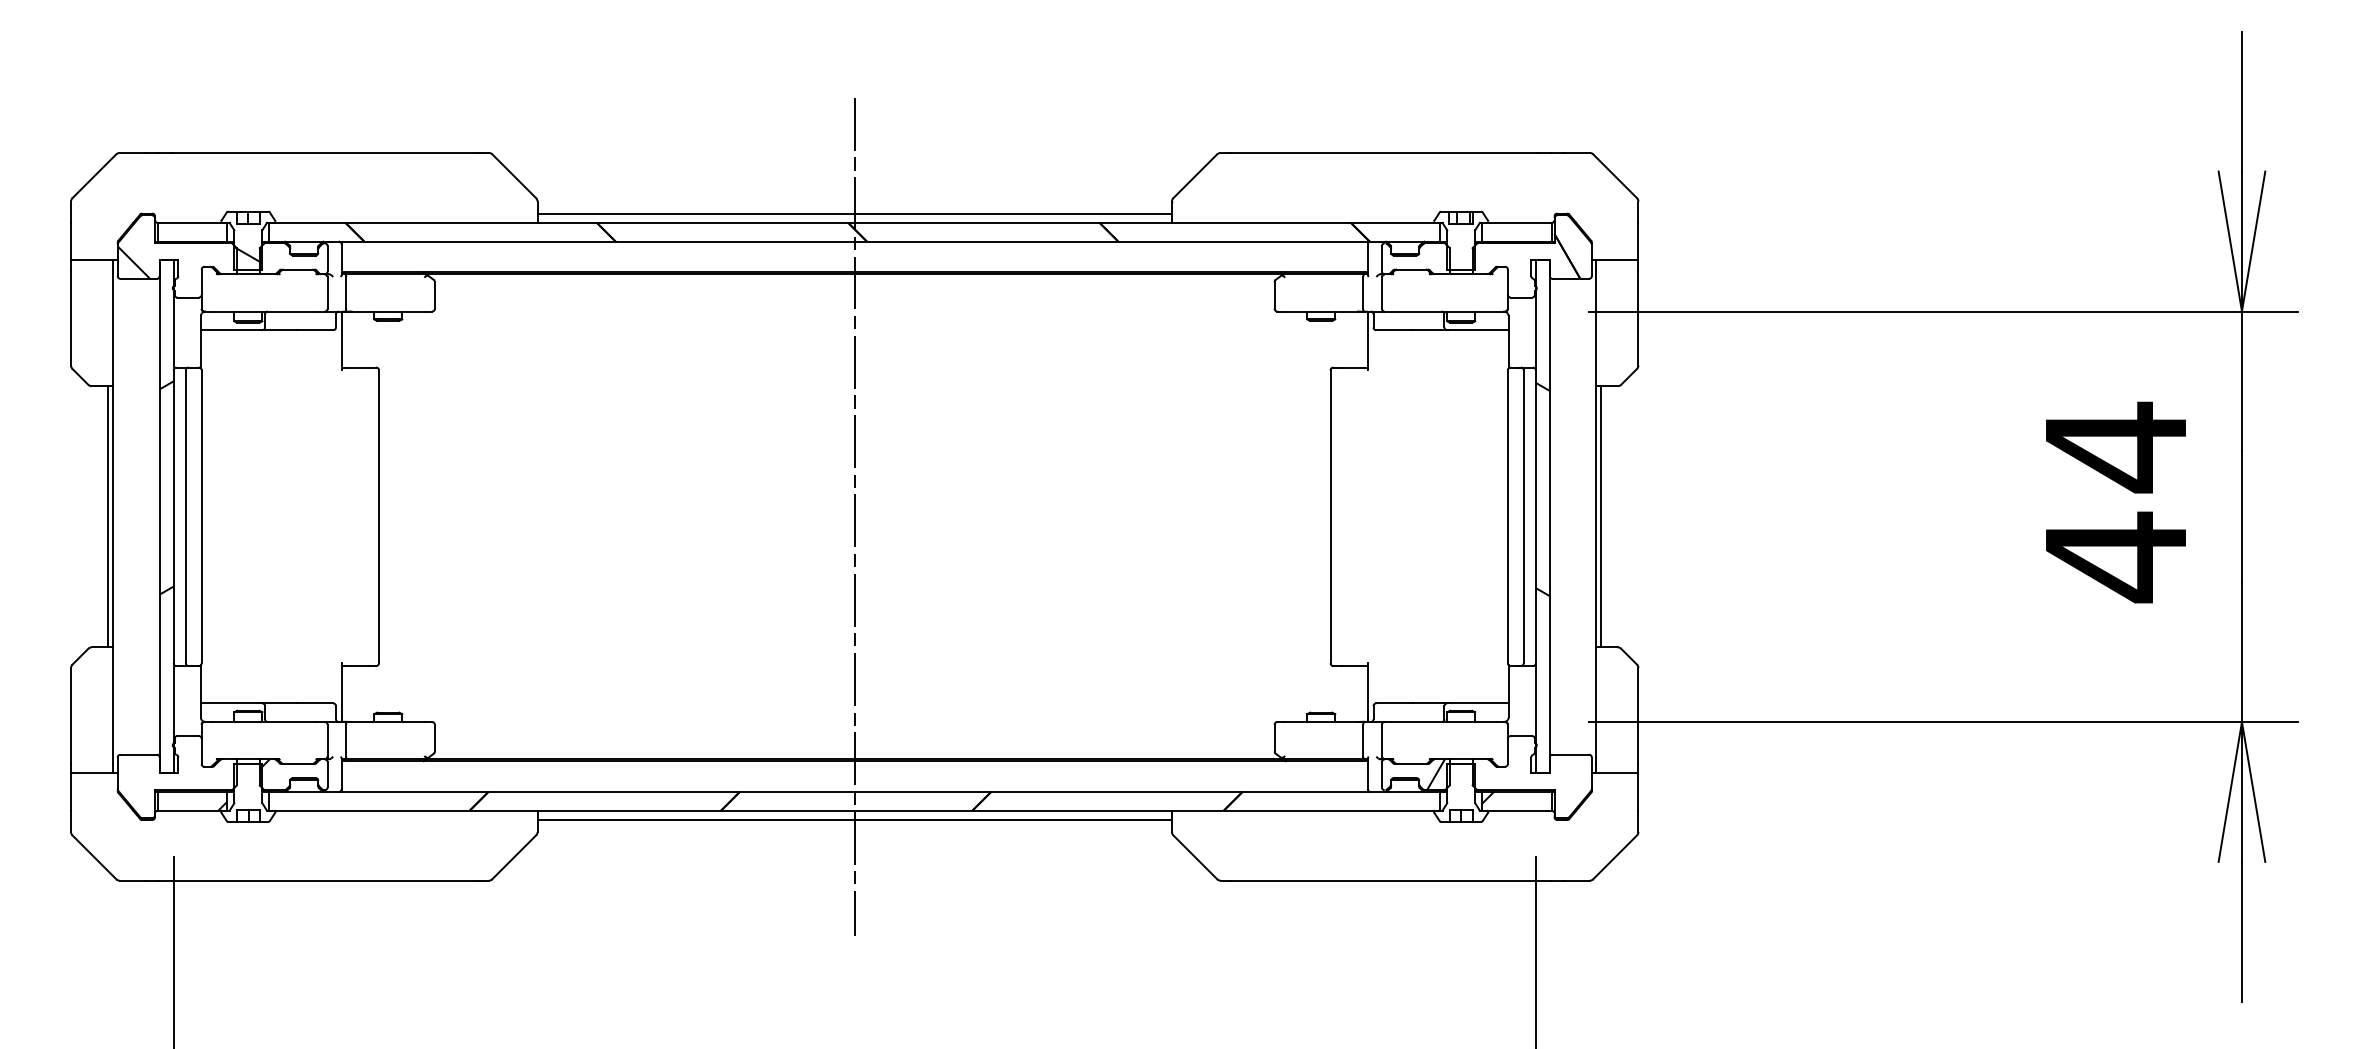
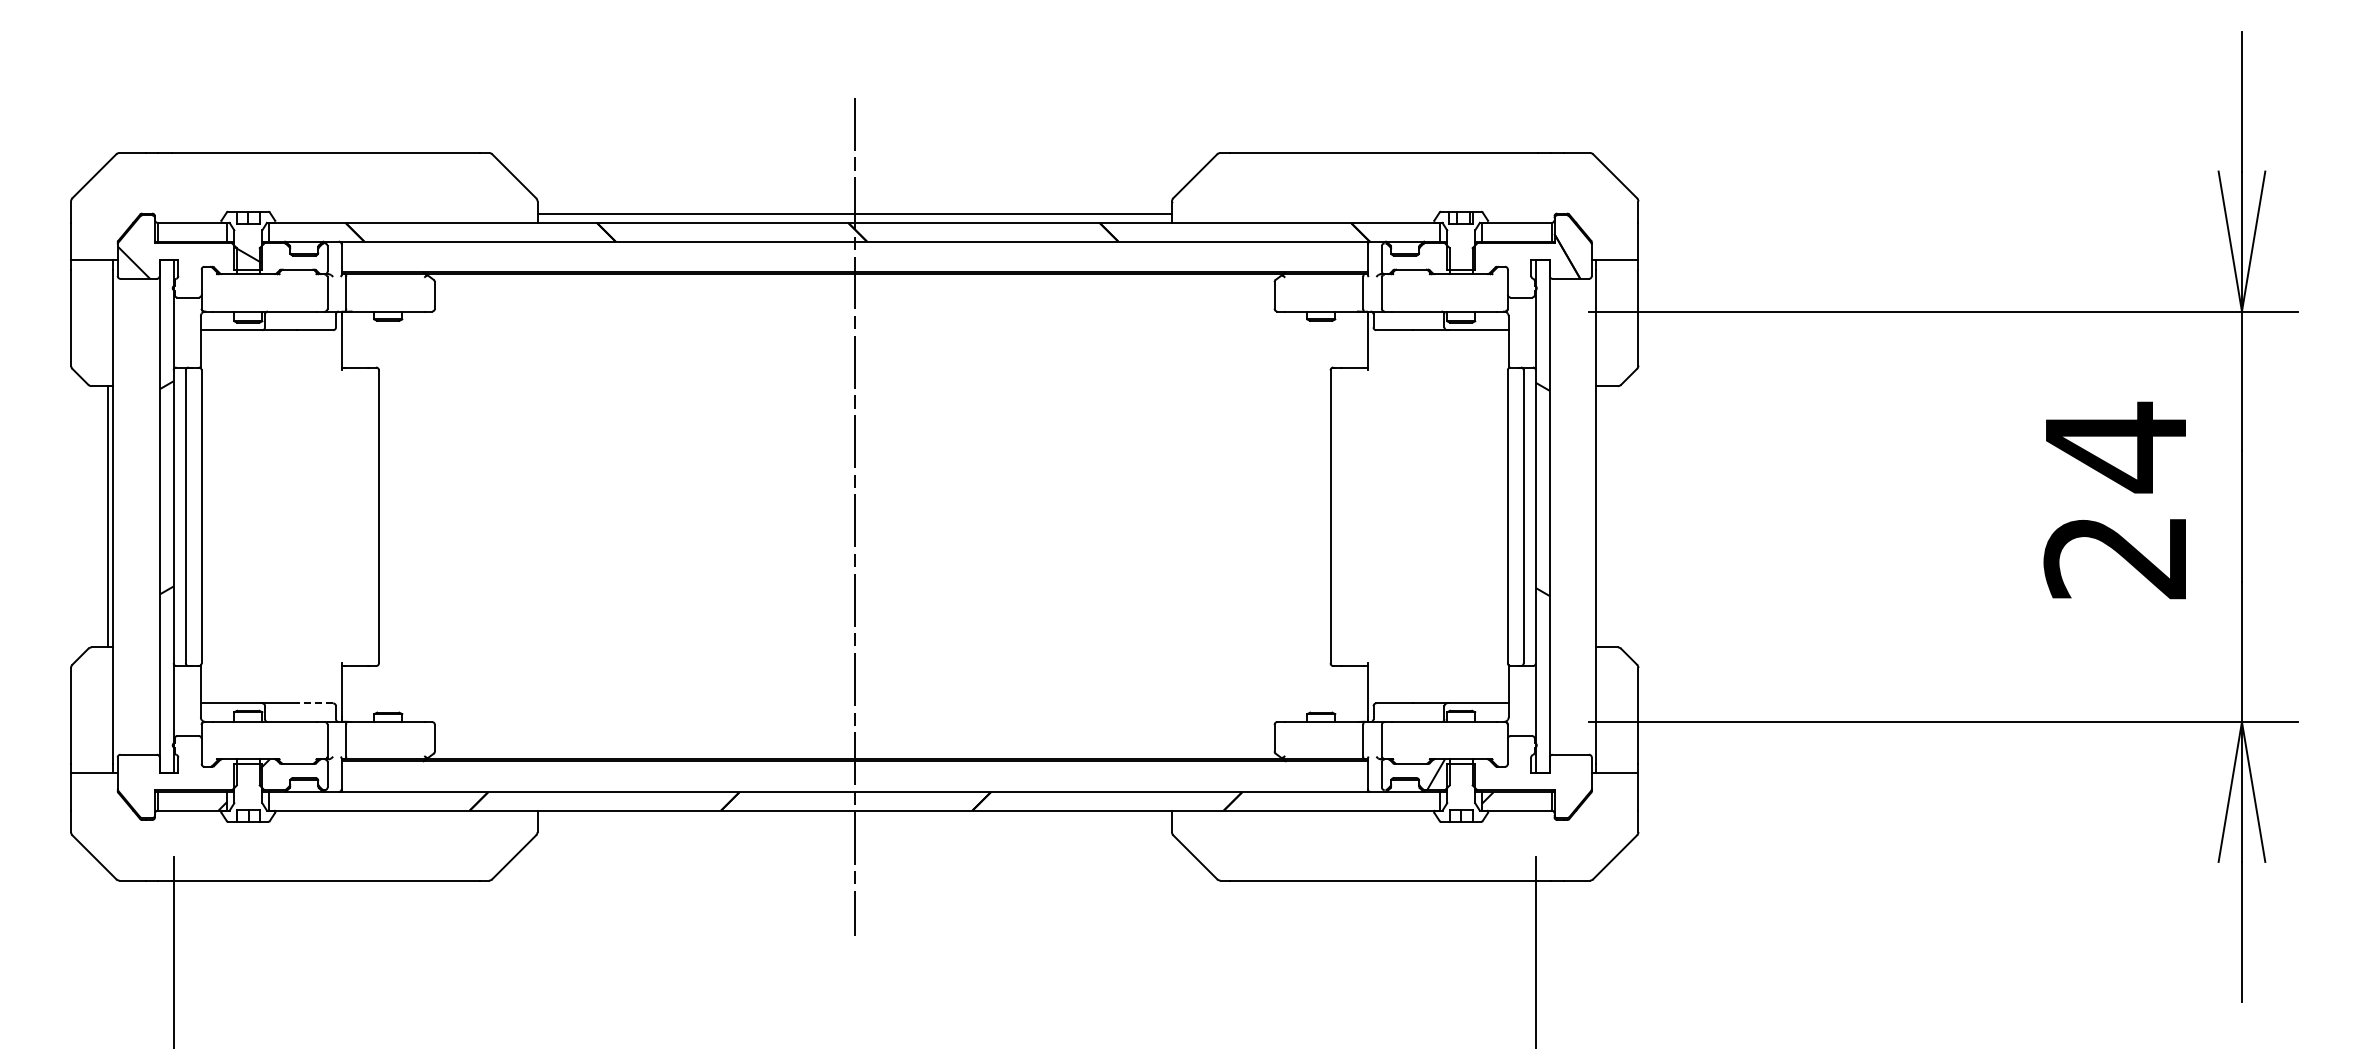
line at (1601, 516): present -> none
text at (2114, 557): 44 -> 24
line at (314, 703): solid -> dashed
line at (854, 820): present -> none
